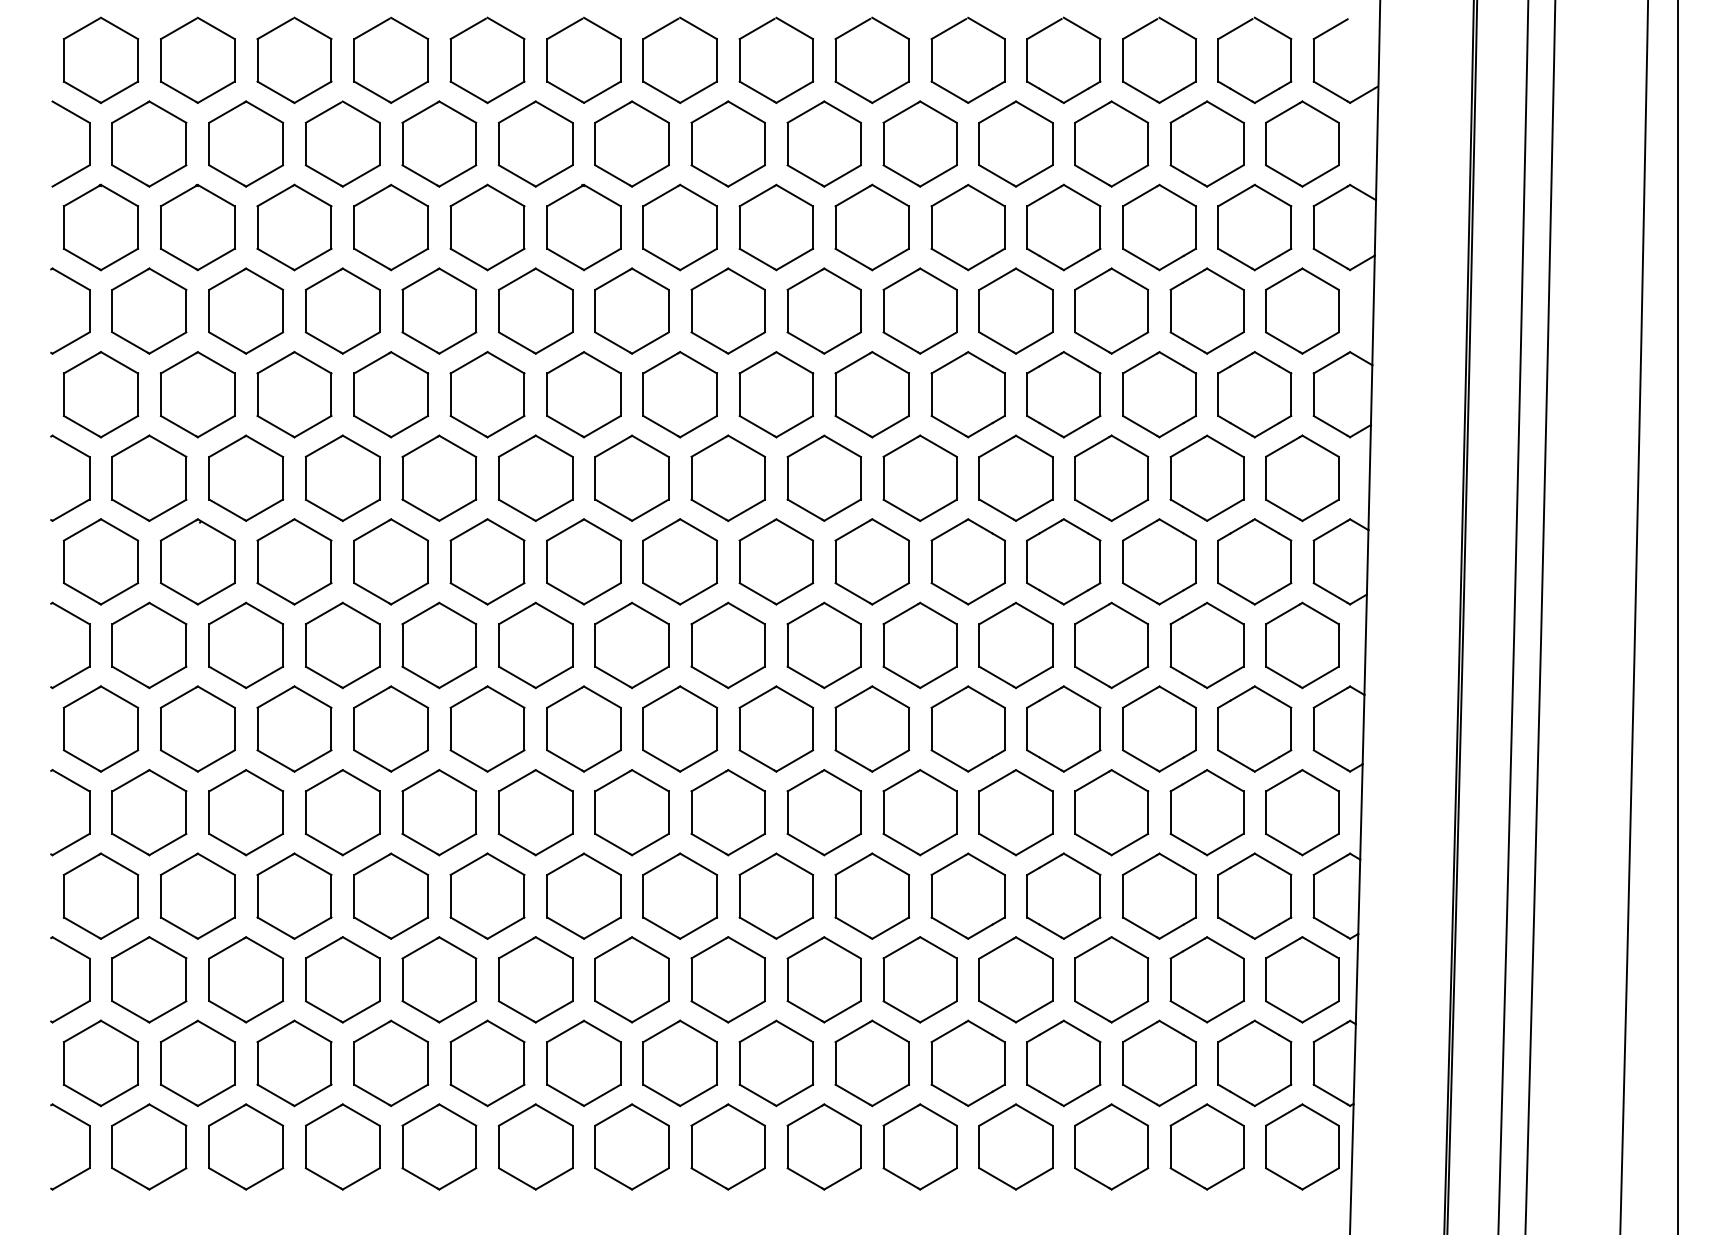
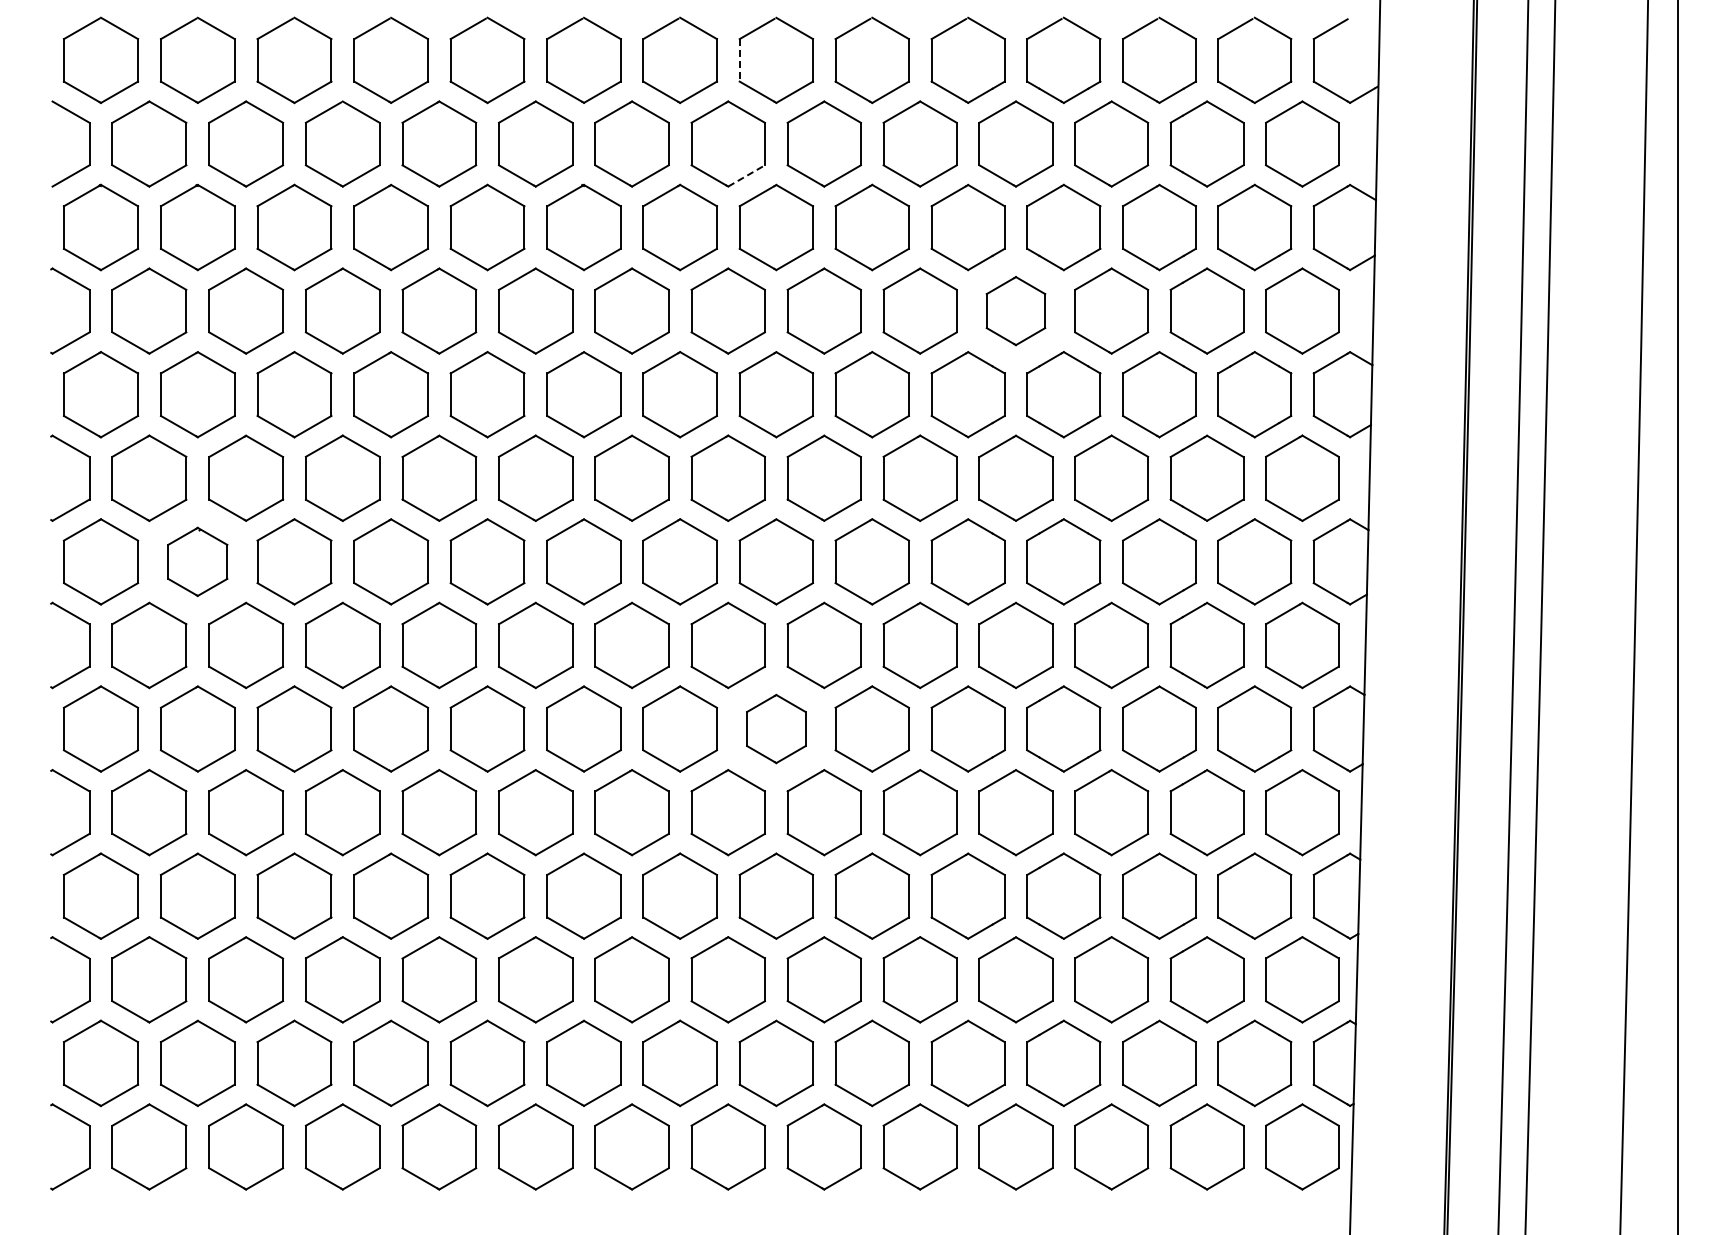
line at (739, 60): solid -> dashed
line at (747, 175): solid -> dashed
part at (1015, 310) size: 76x88 px -> 62x71 px
part at (197, 561) size: 77x88 px -> 62x71 px
part at (776, 728) size: 77x88 px -> 61x72 px
